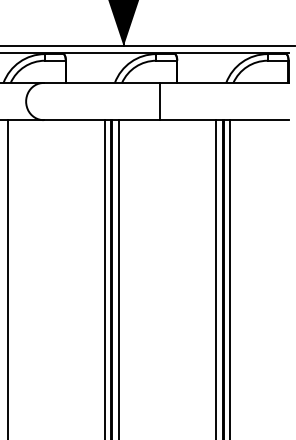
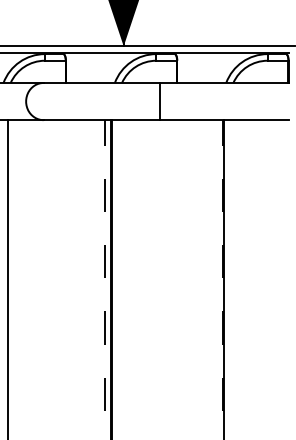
line at (118, 278): present -> none
line at (216, 278): present -> none
line at (230, 278): present -> none
line at (104, 280): solid -> dashed
line at (222, 280): solid -> dashed
